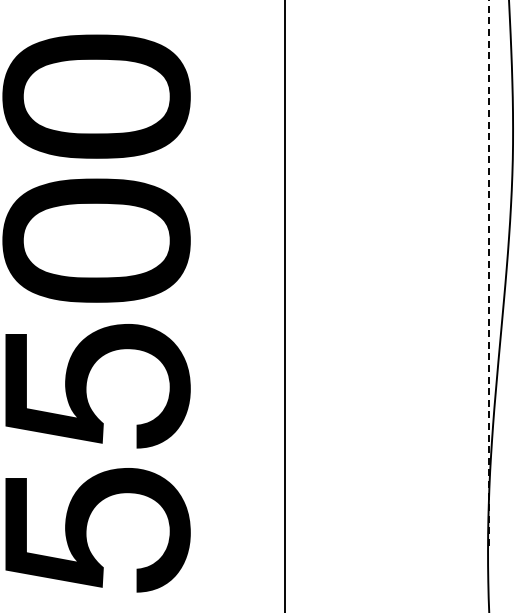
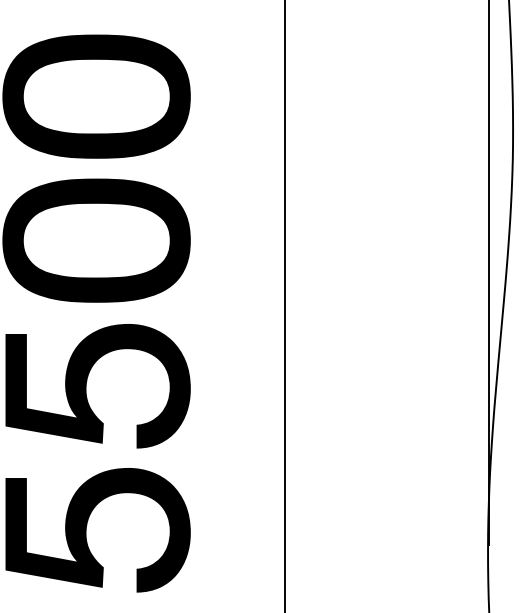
line at (488, 273): dashed -> solid
